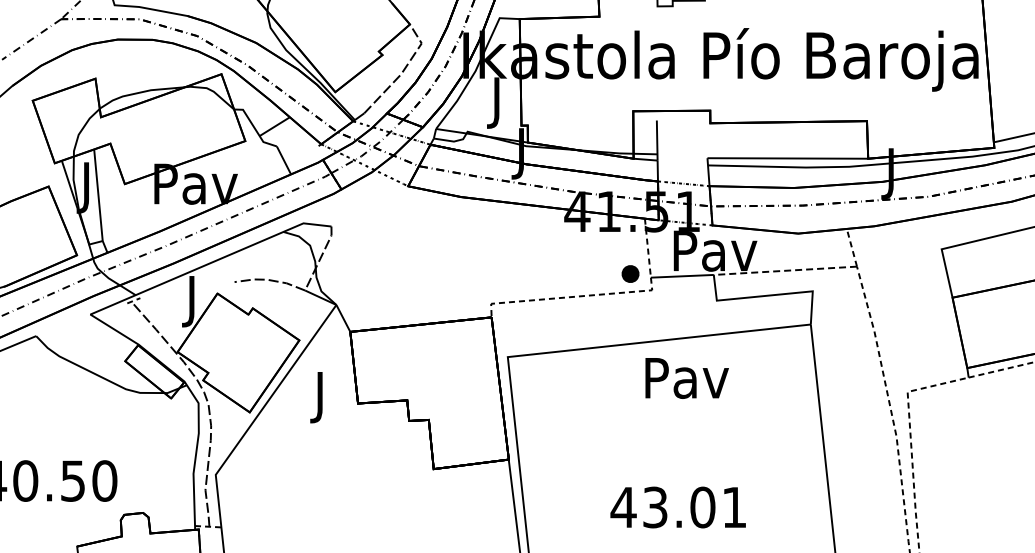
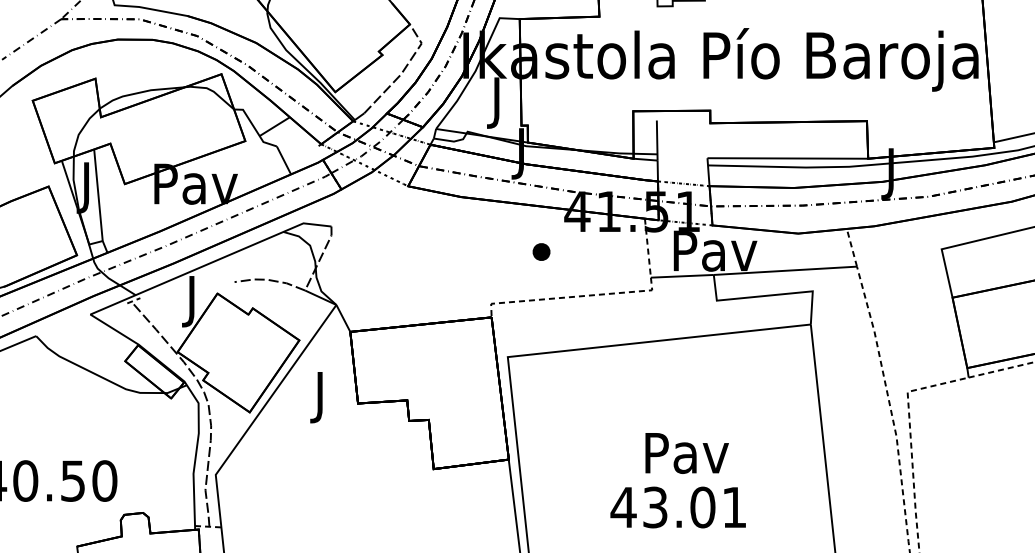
line at (785, 270): dashed -> solid
part at (630, 273) position: (630, 273) -> (541, 251)
text at (686, 378) position: (686, 378) -> (686, 453)
